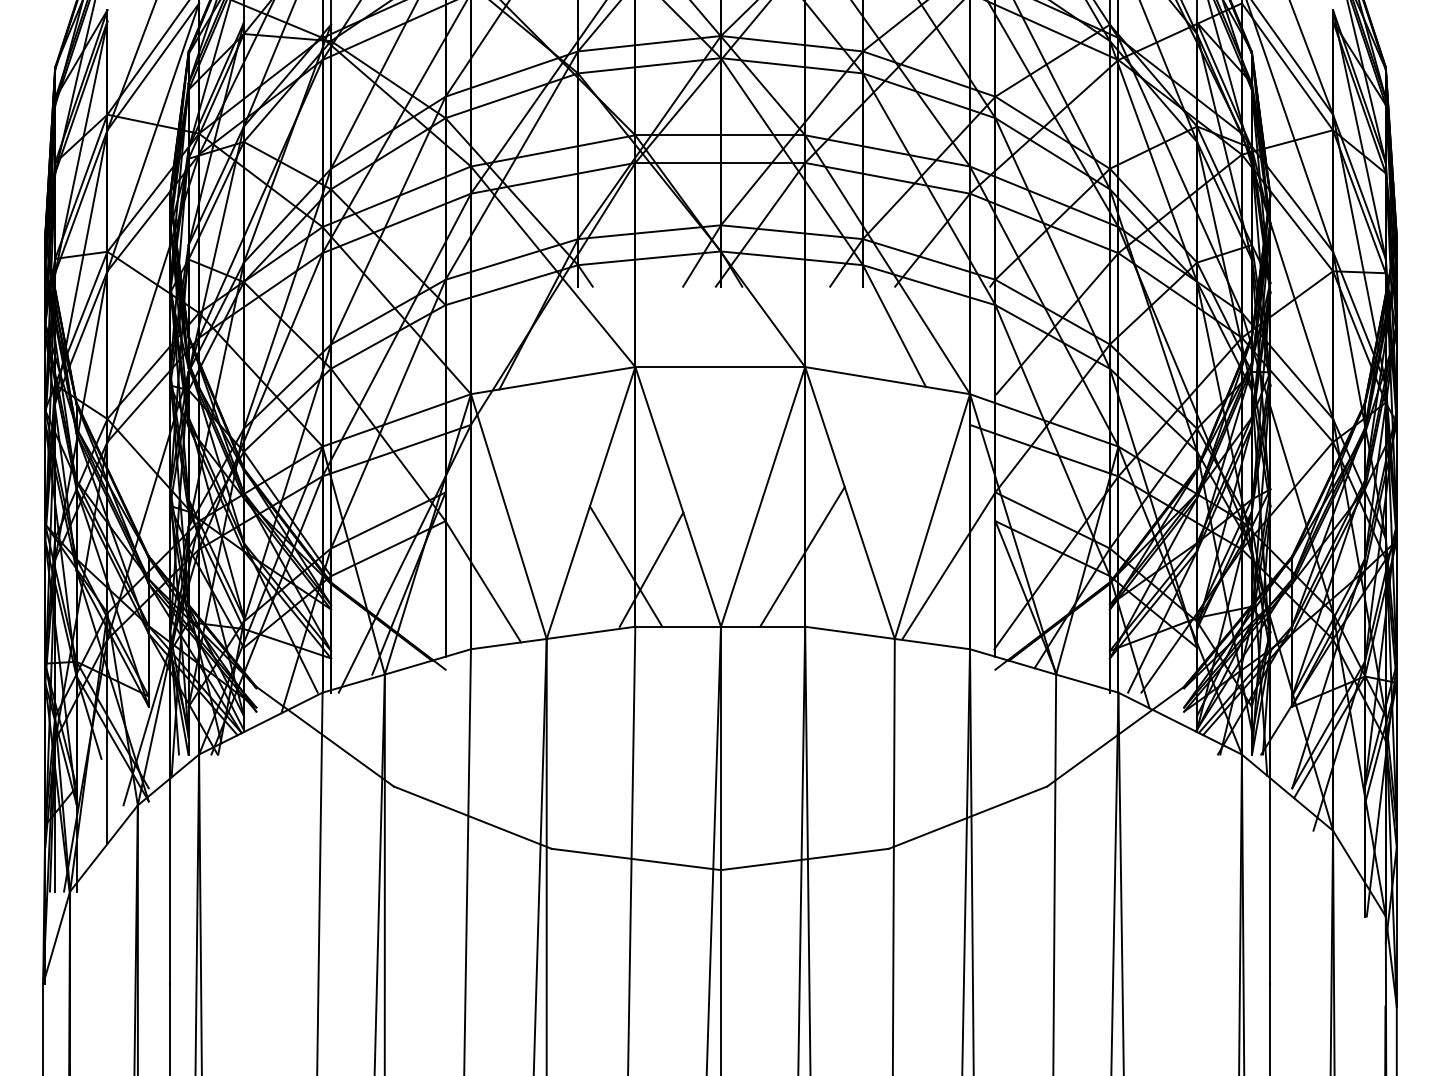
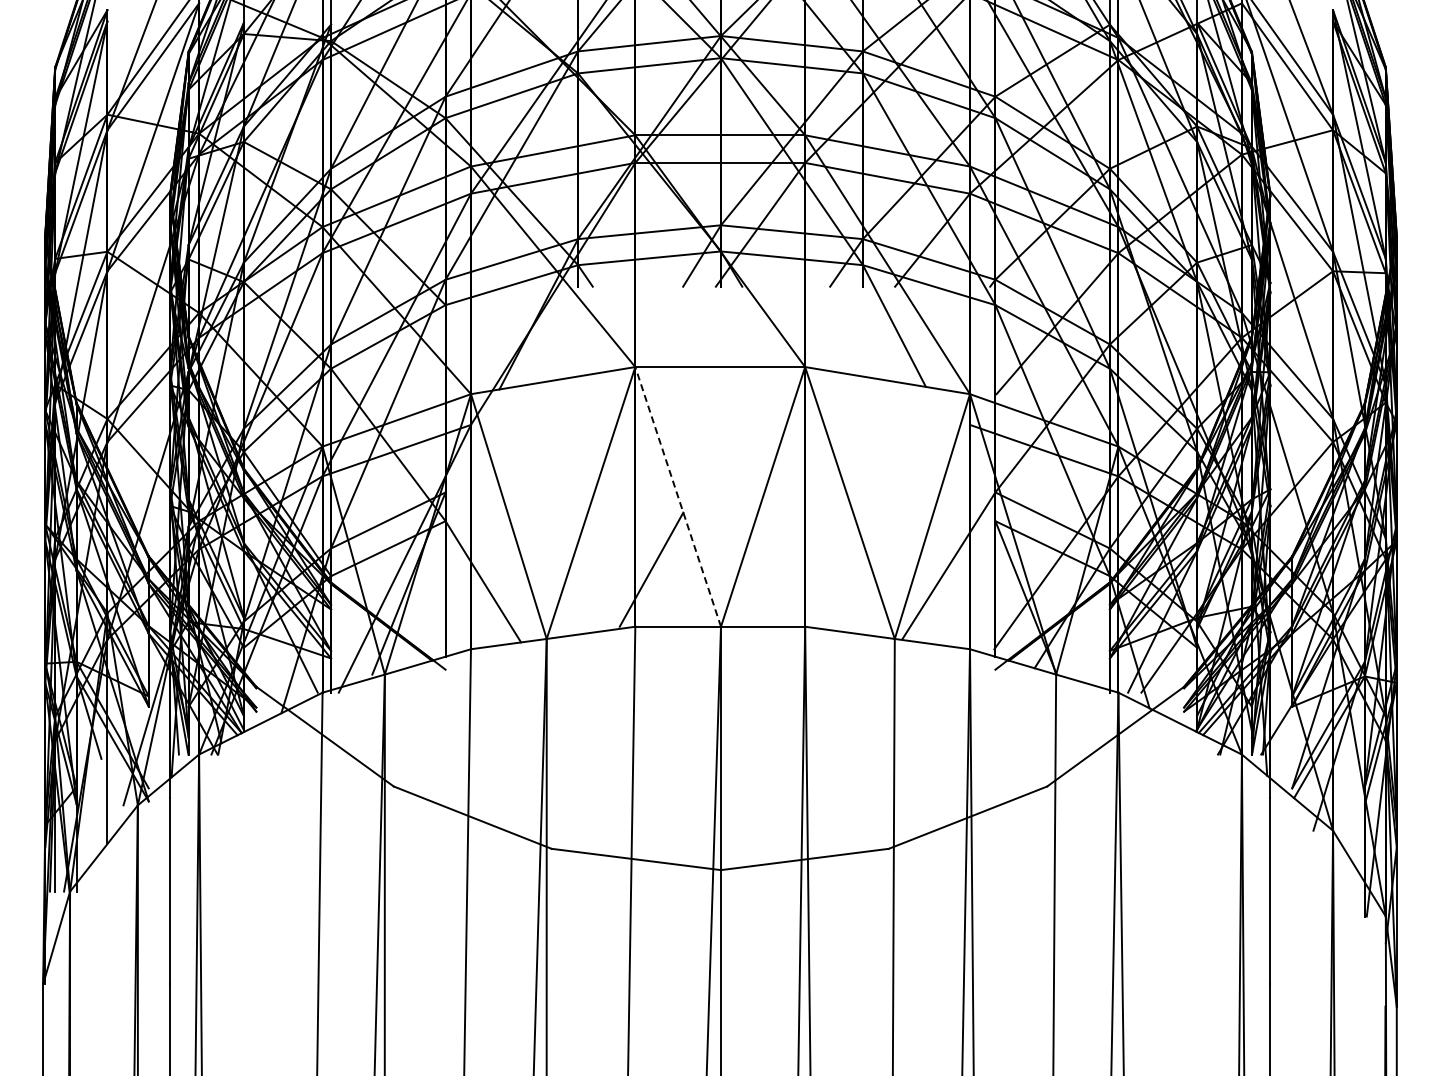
line at (678, 496): solid -> dashed
line at (802, 556): present -> none
line at (625, 566): present -> none
